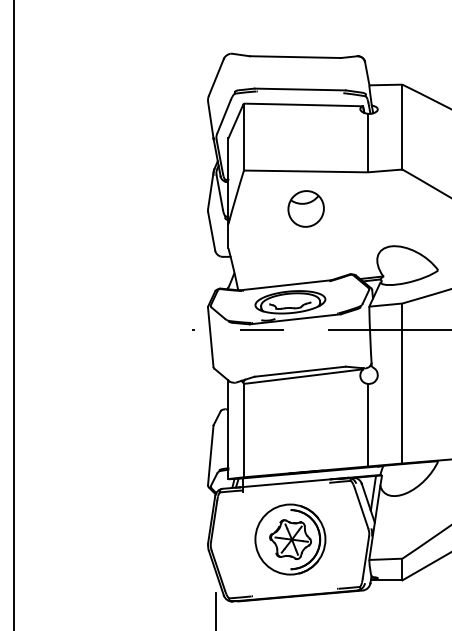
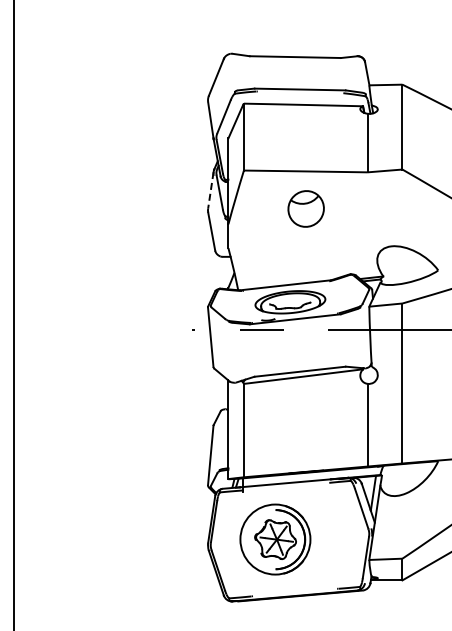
line at (210, 190): solid -> dashed
part at (290, 539) position: (290, 539) -> (275, 539)
line at (216, 609): present -> none
